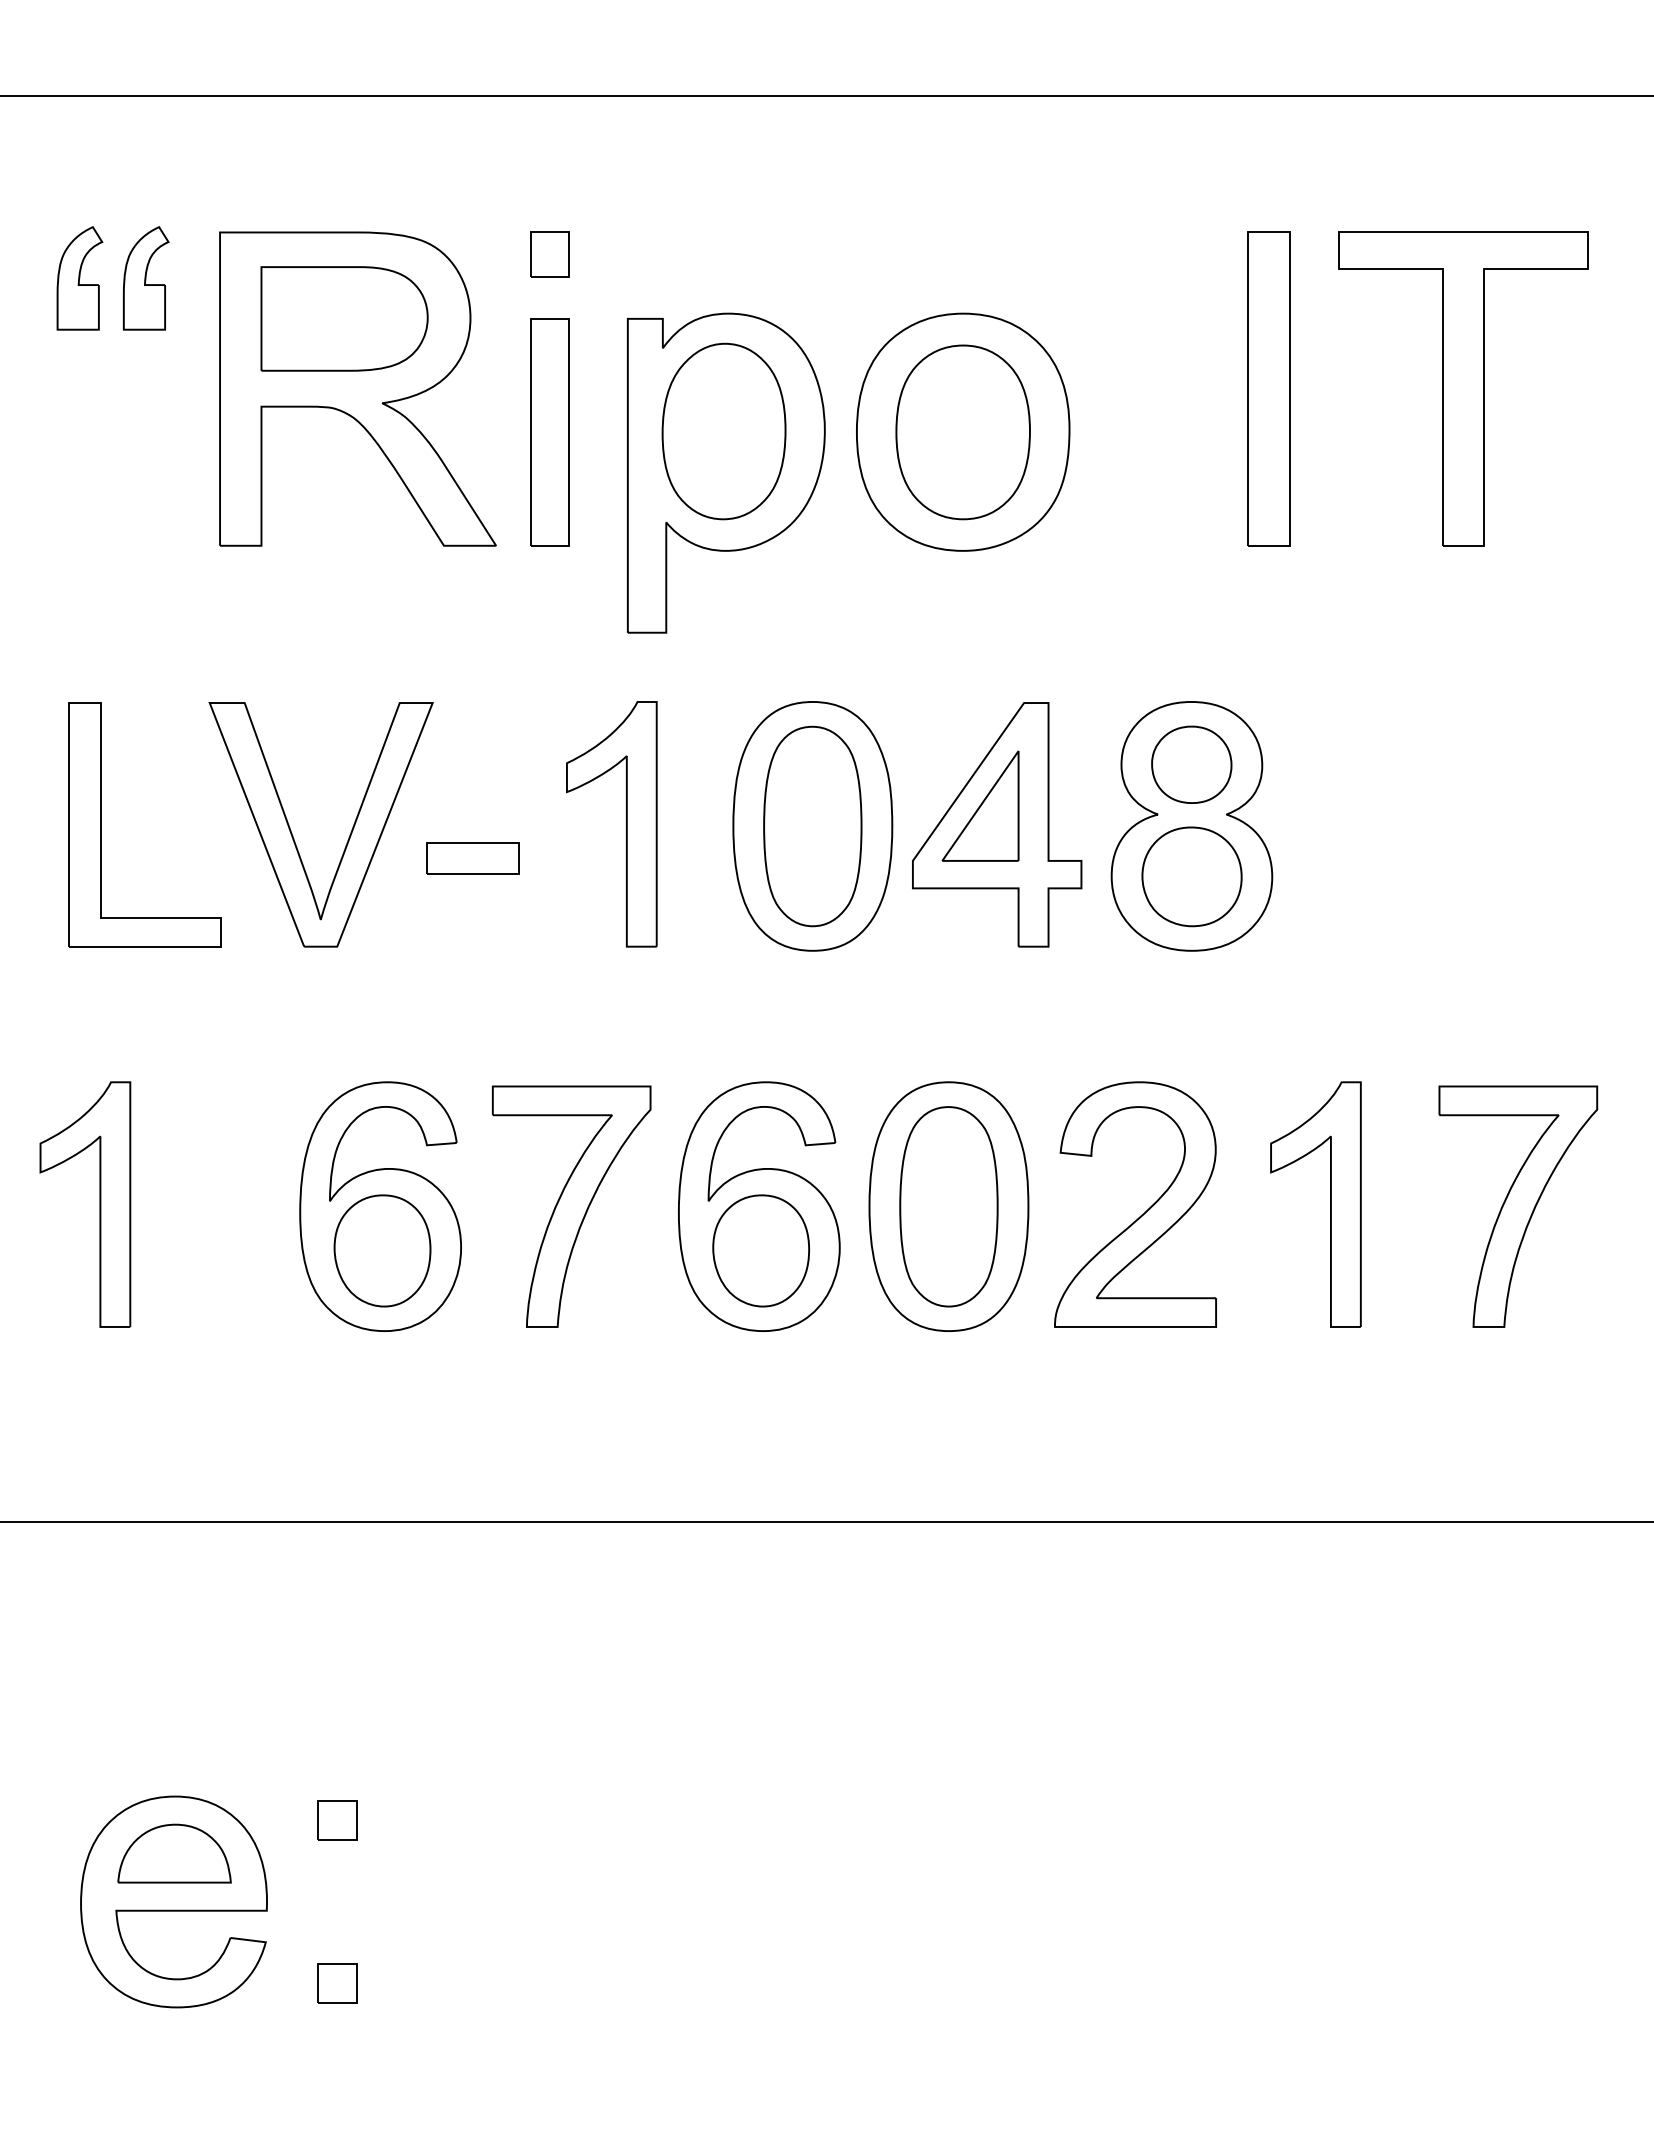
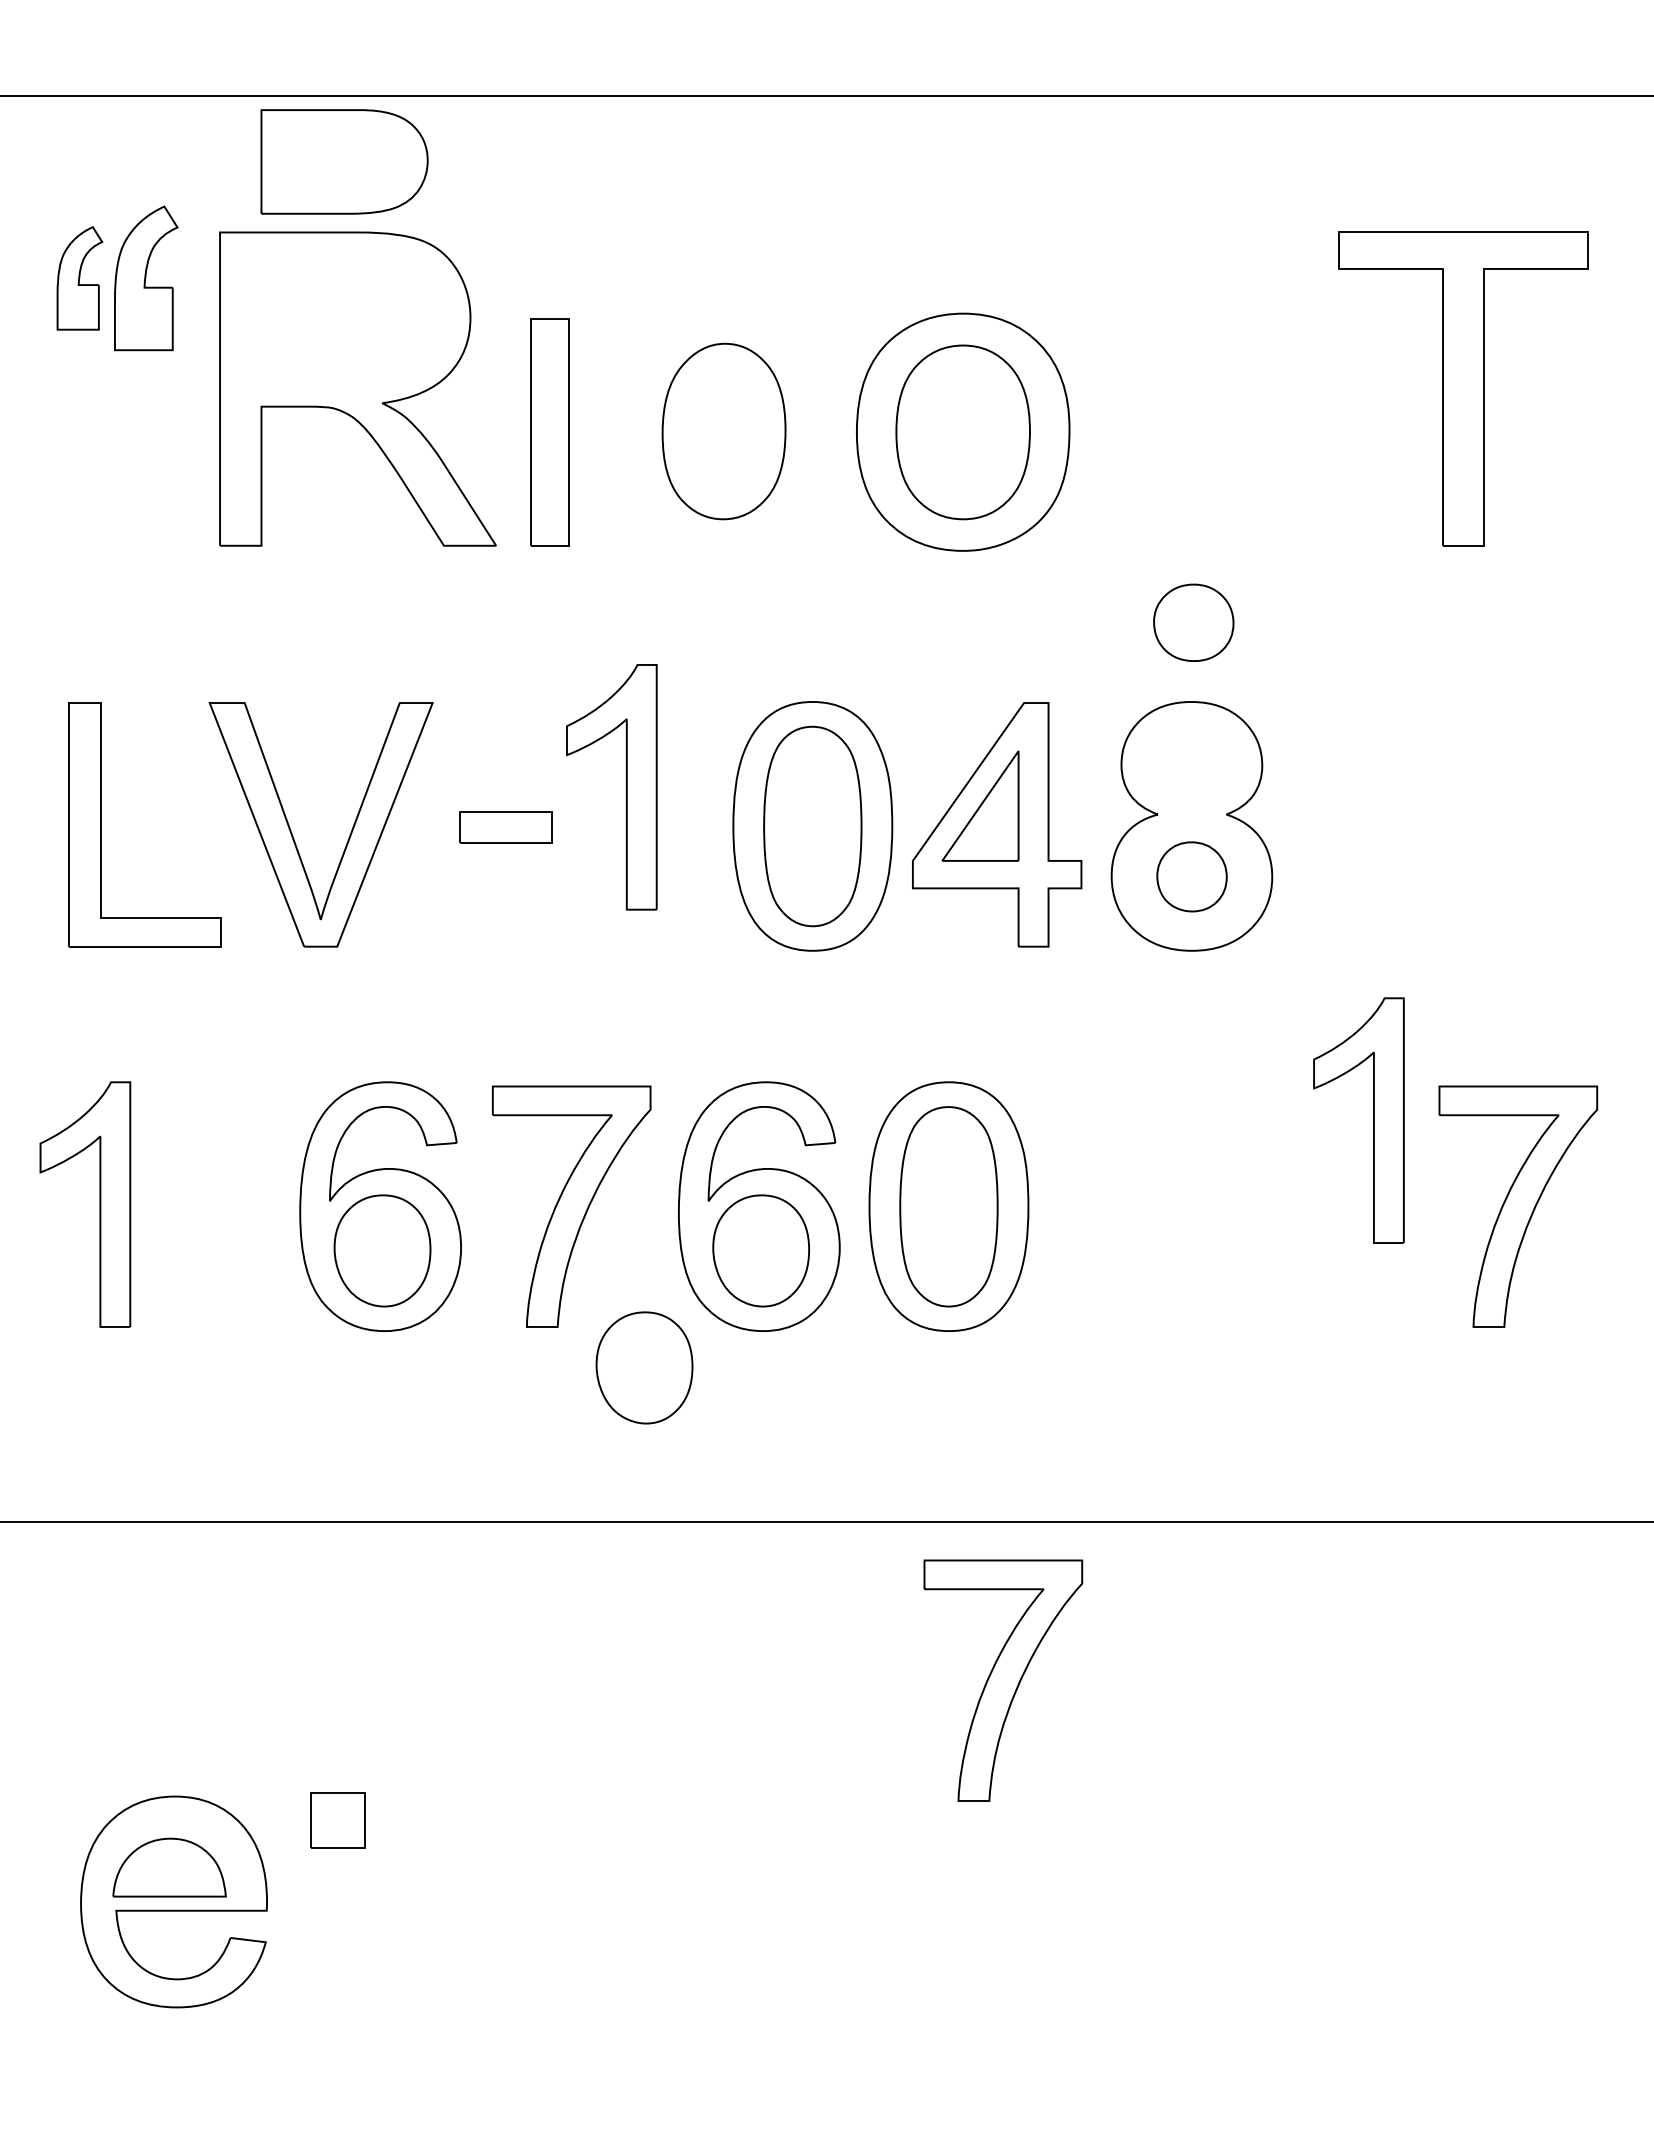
part at (549, 254): present -> none
part at (145, 278) size: 48x105 px -> 65x147 px
part at (344, 318) position: (344, 318) -> (344, 161)
part at (1268, 388): present -> none
part at (726, 472): present -> none
part at (1191, 764) position: (1191, 764) -> (1193, 622)
part at (625, 824) position: (625, 824) -> (625, 787)
part at (472, 858) position: (472, 858) -> (505, 827)
part at (1191, 876) size: 102x102 px -> 72x72 px
part at (1330, 1204) position: (1330, 1204) -> (1373, 1120)
part at (1141, 1214): present -> none
part at (644, 1367): none -> present
part at (1003, 1680): none -> present
part at (337, 1820) size: 41x41 px -> 56x57 px
part at (174, 1853) position: (174, 1853) -> (169, 1867)
part at (337, 1983): present -> none
